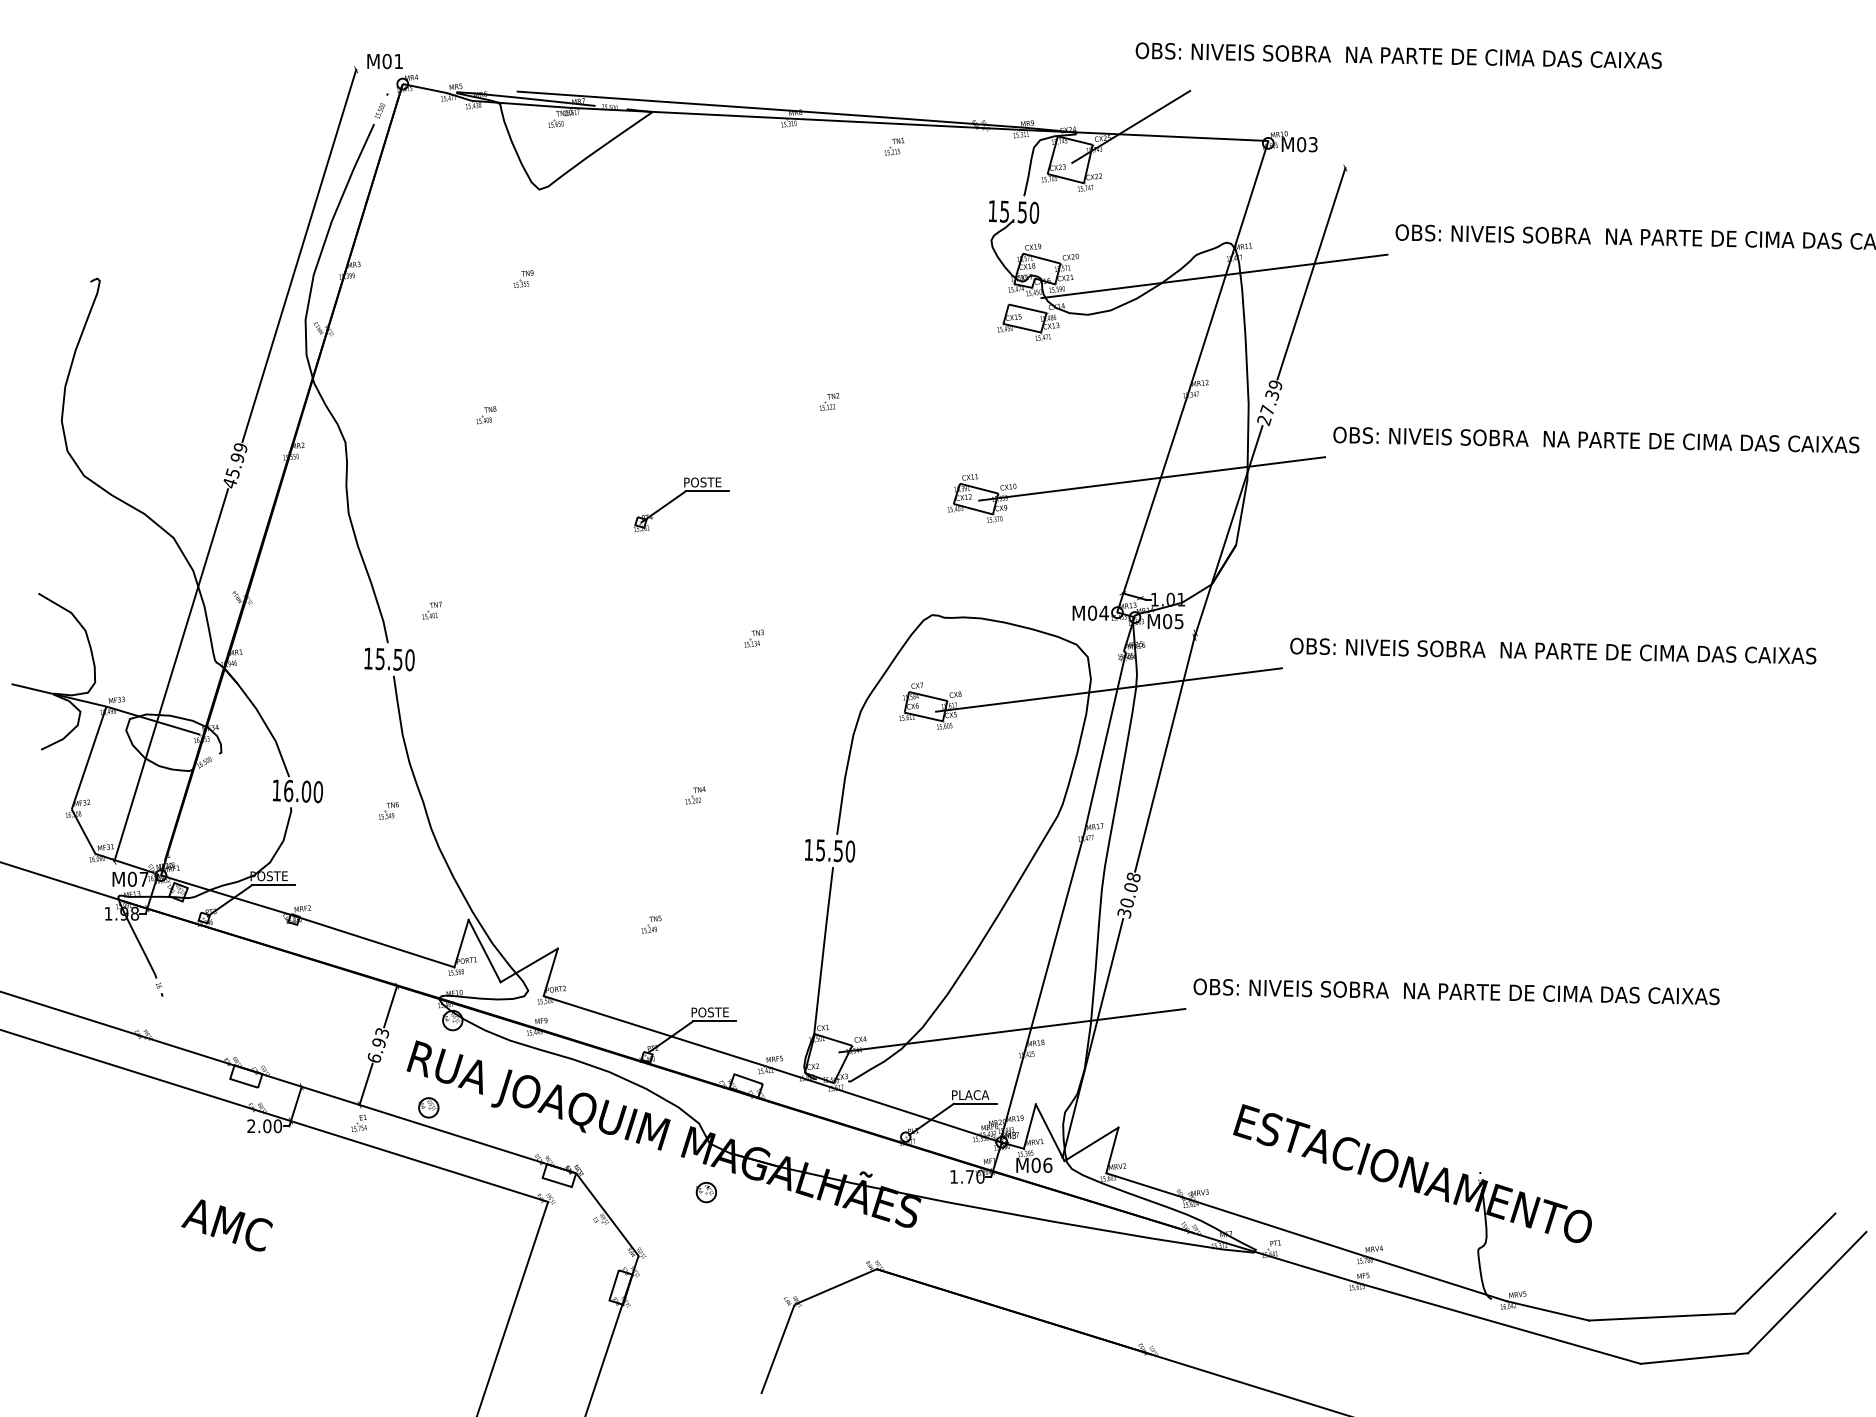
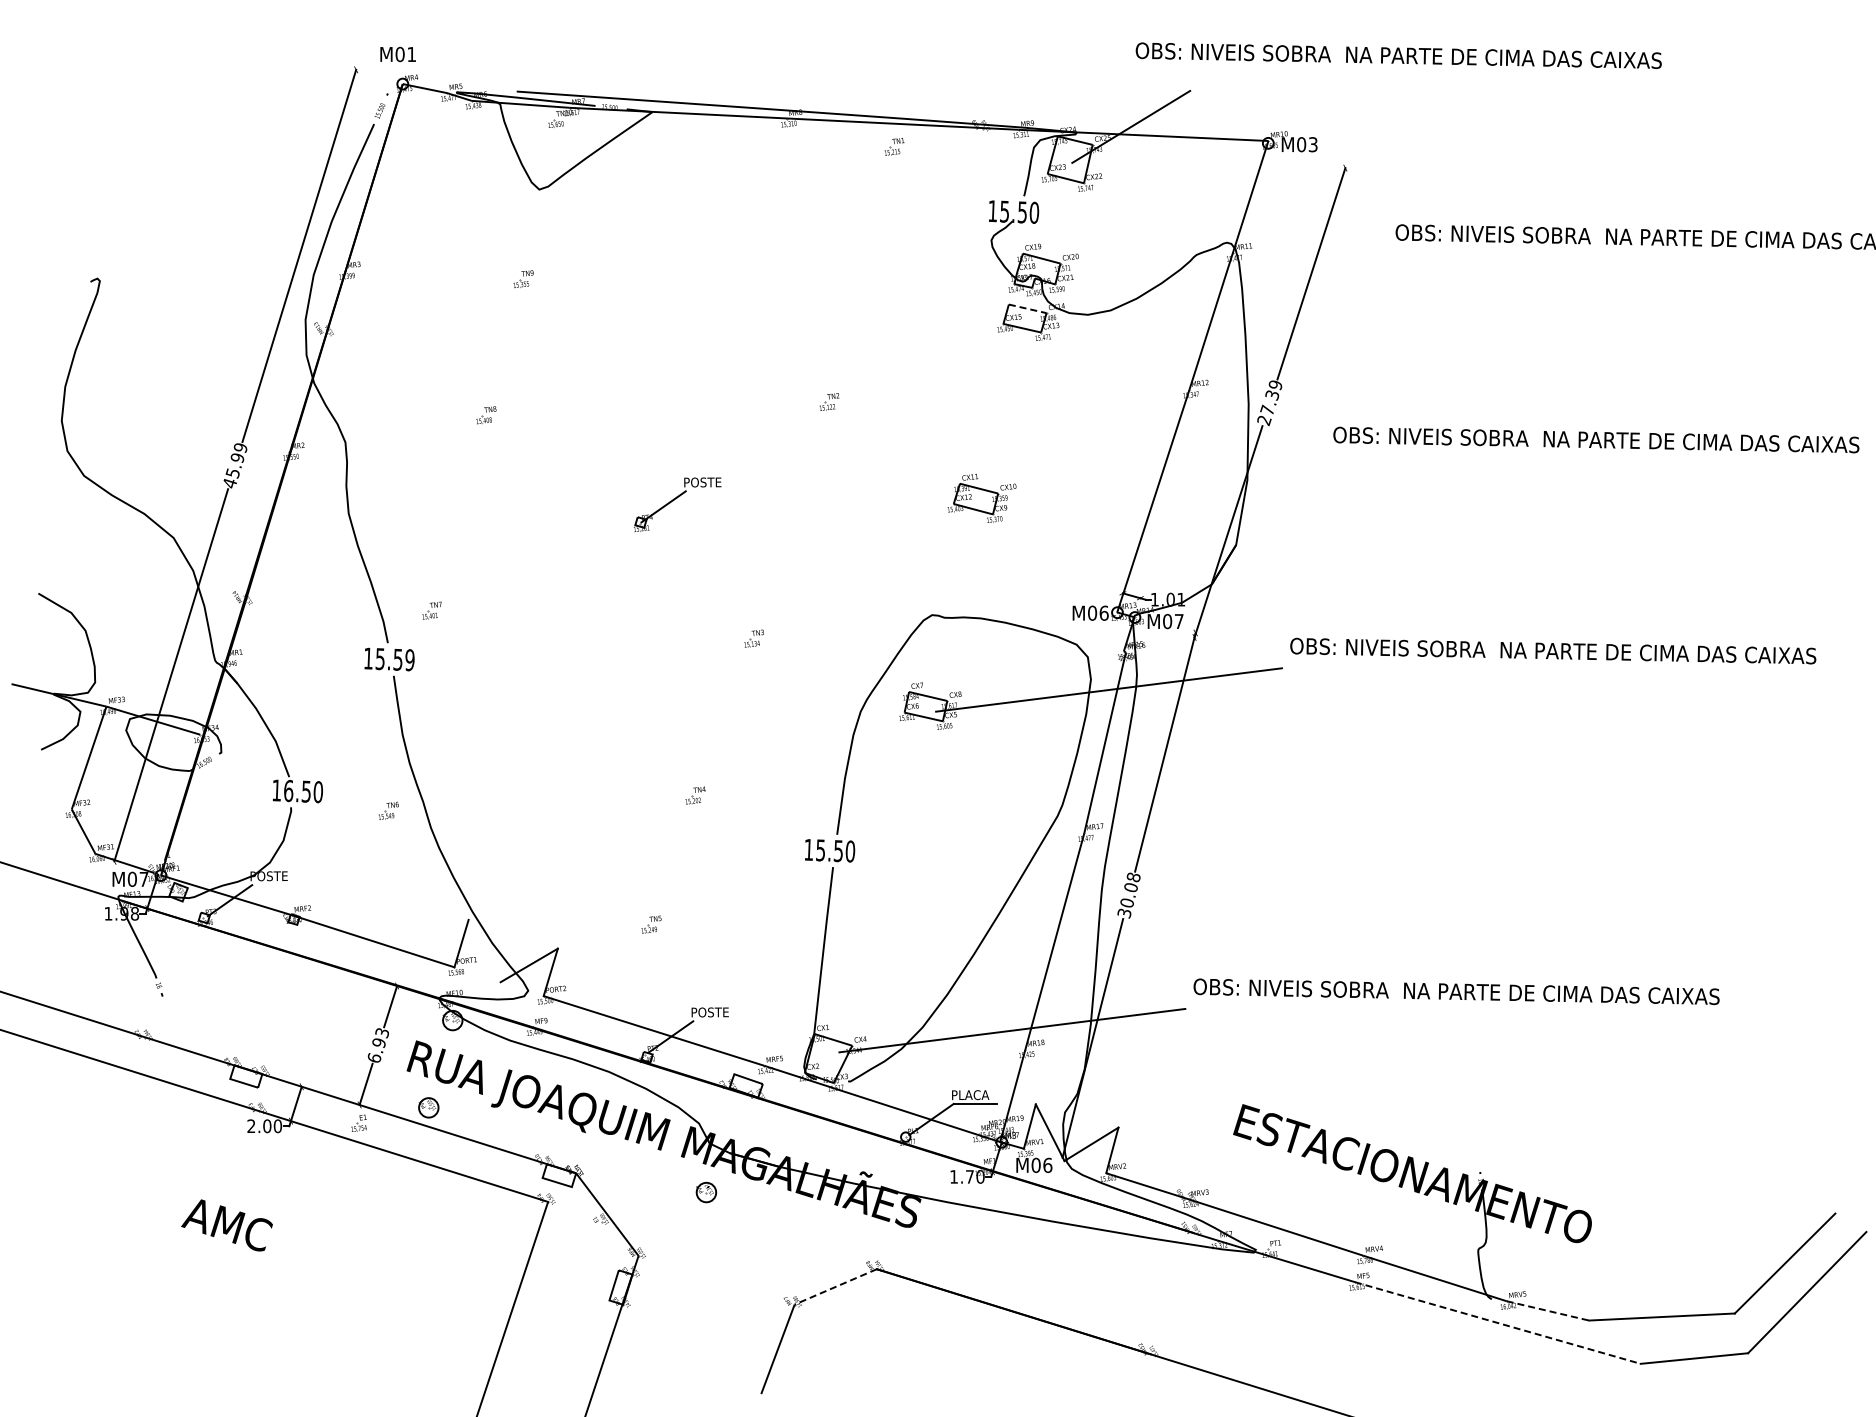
text at (384, 61) position: (384, 61) -> (397, 54)
line at (1214, 276): present -> none
line at (1028, 308): solid -> dashed
line at (1152, 478): present -> none
line at (707, 491): present -> none
text at (1103, 612): M04 -> M06
text at (1178, 621): M05 -> M07
text at (409, 660): 15.50 -> 15.59
text at (306, 791): 16.00 -> 16.50
line at (273, 885): present -> none
line at (484, 950): present -> none
line at (714, 1021): present -> none
line at (835, 1286): solid -> dashed
line at (1548, 1311): solid -> dashed
line at (1497, 1322): solid -> dashed
